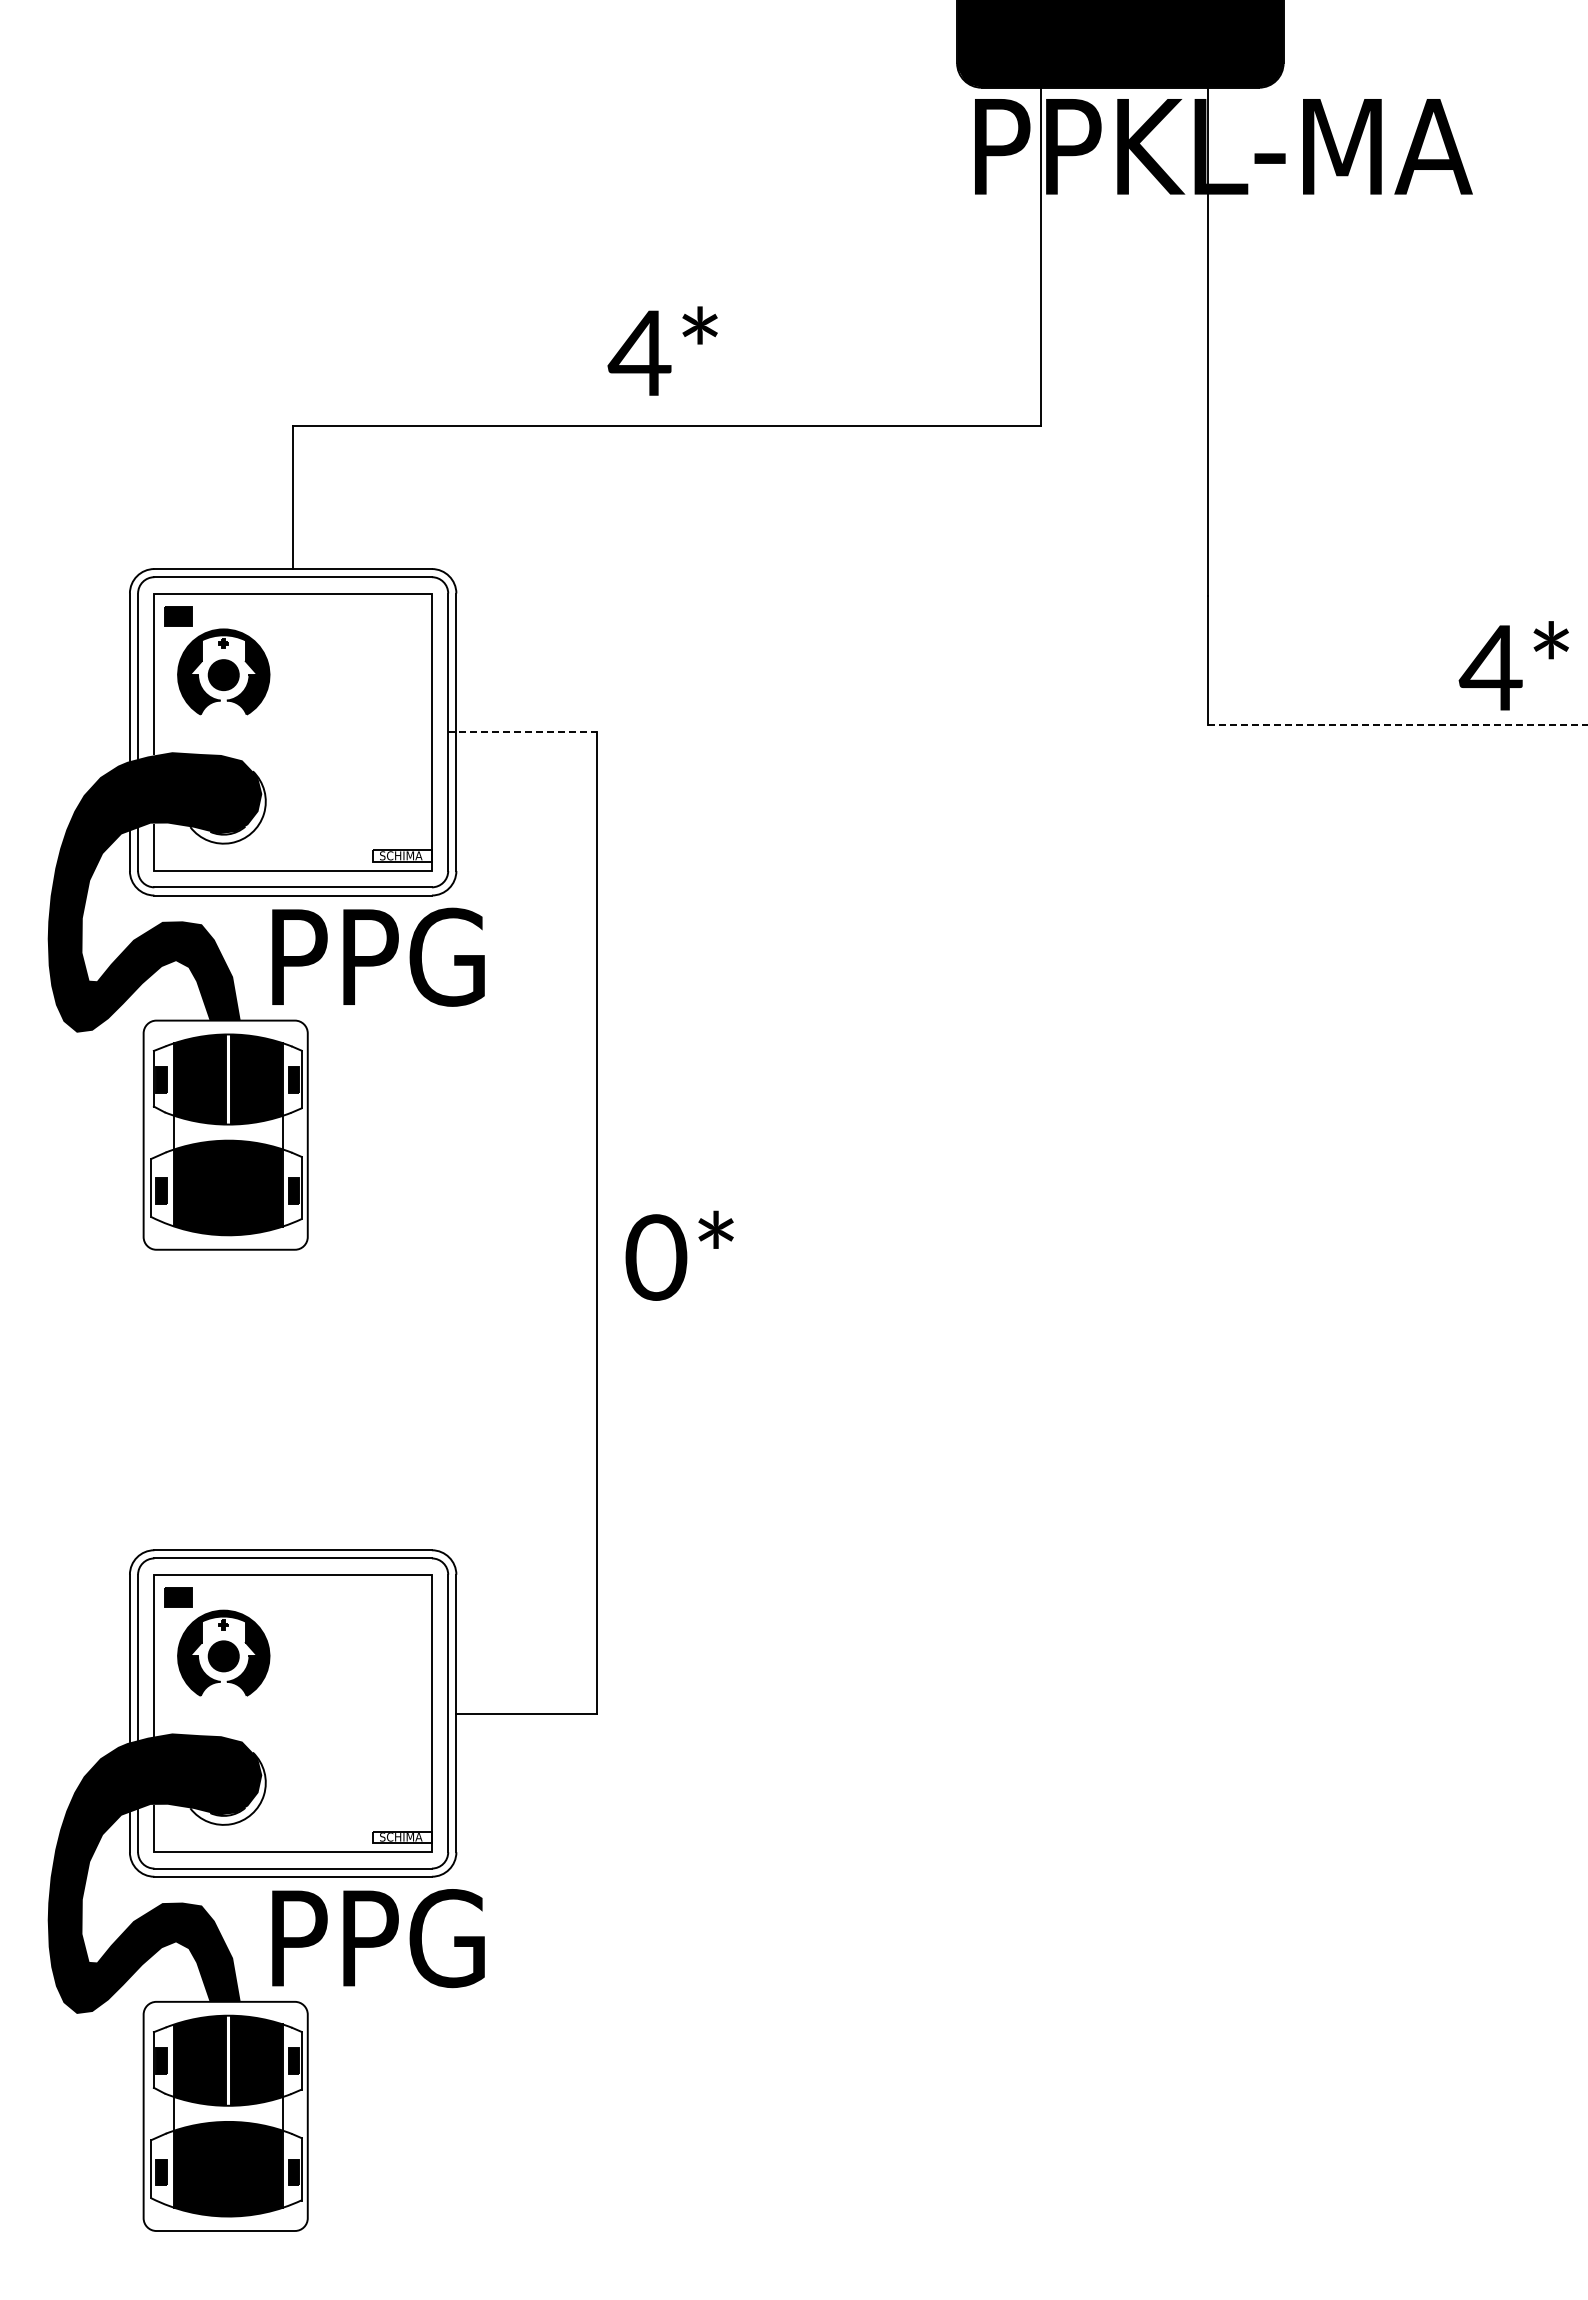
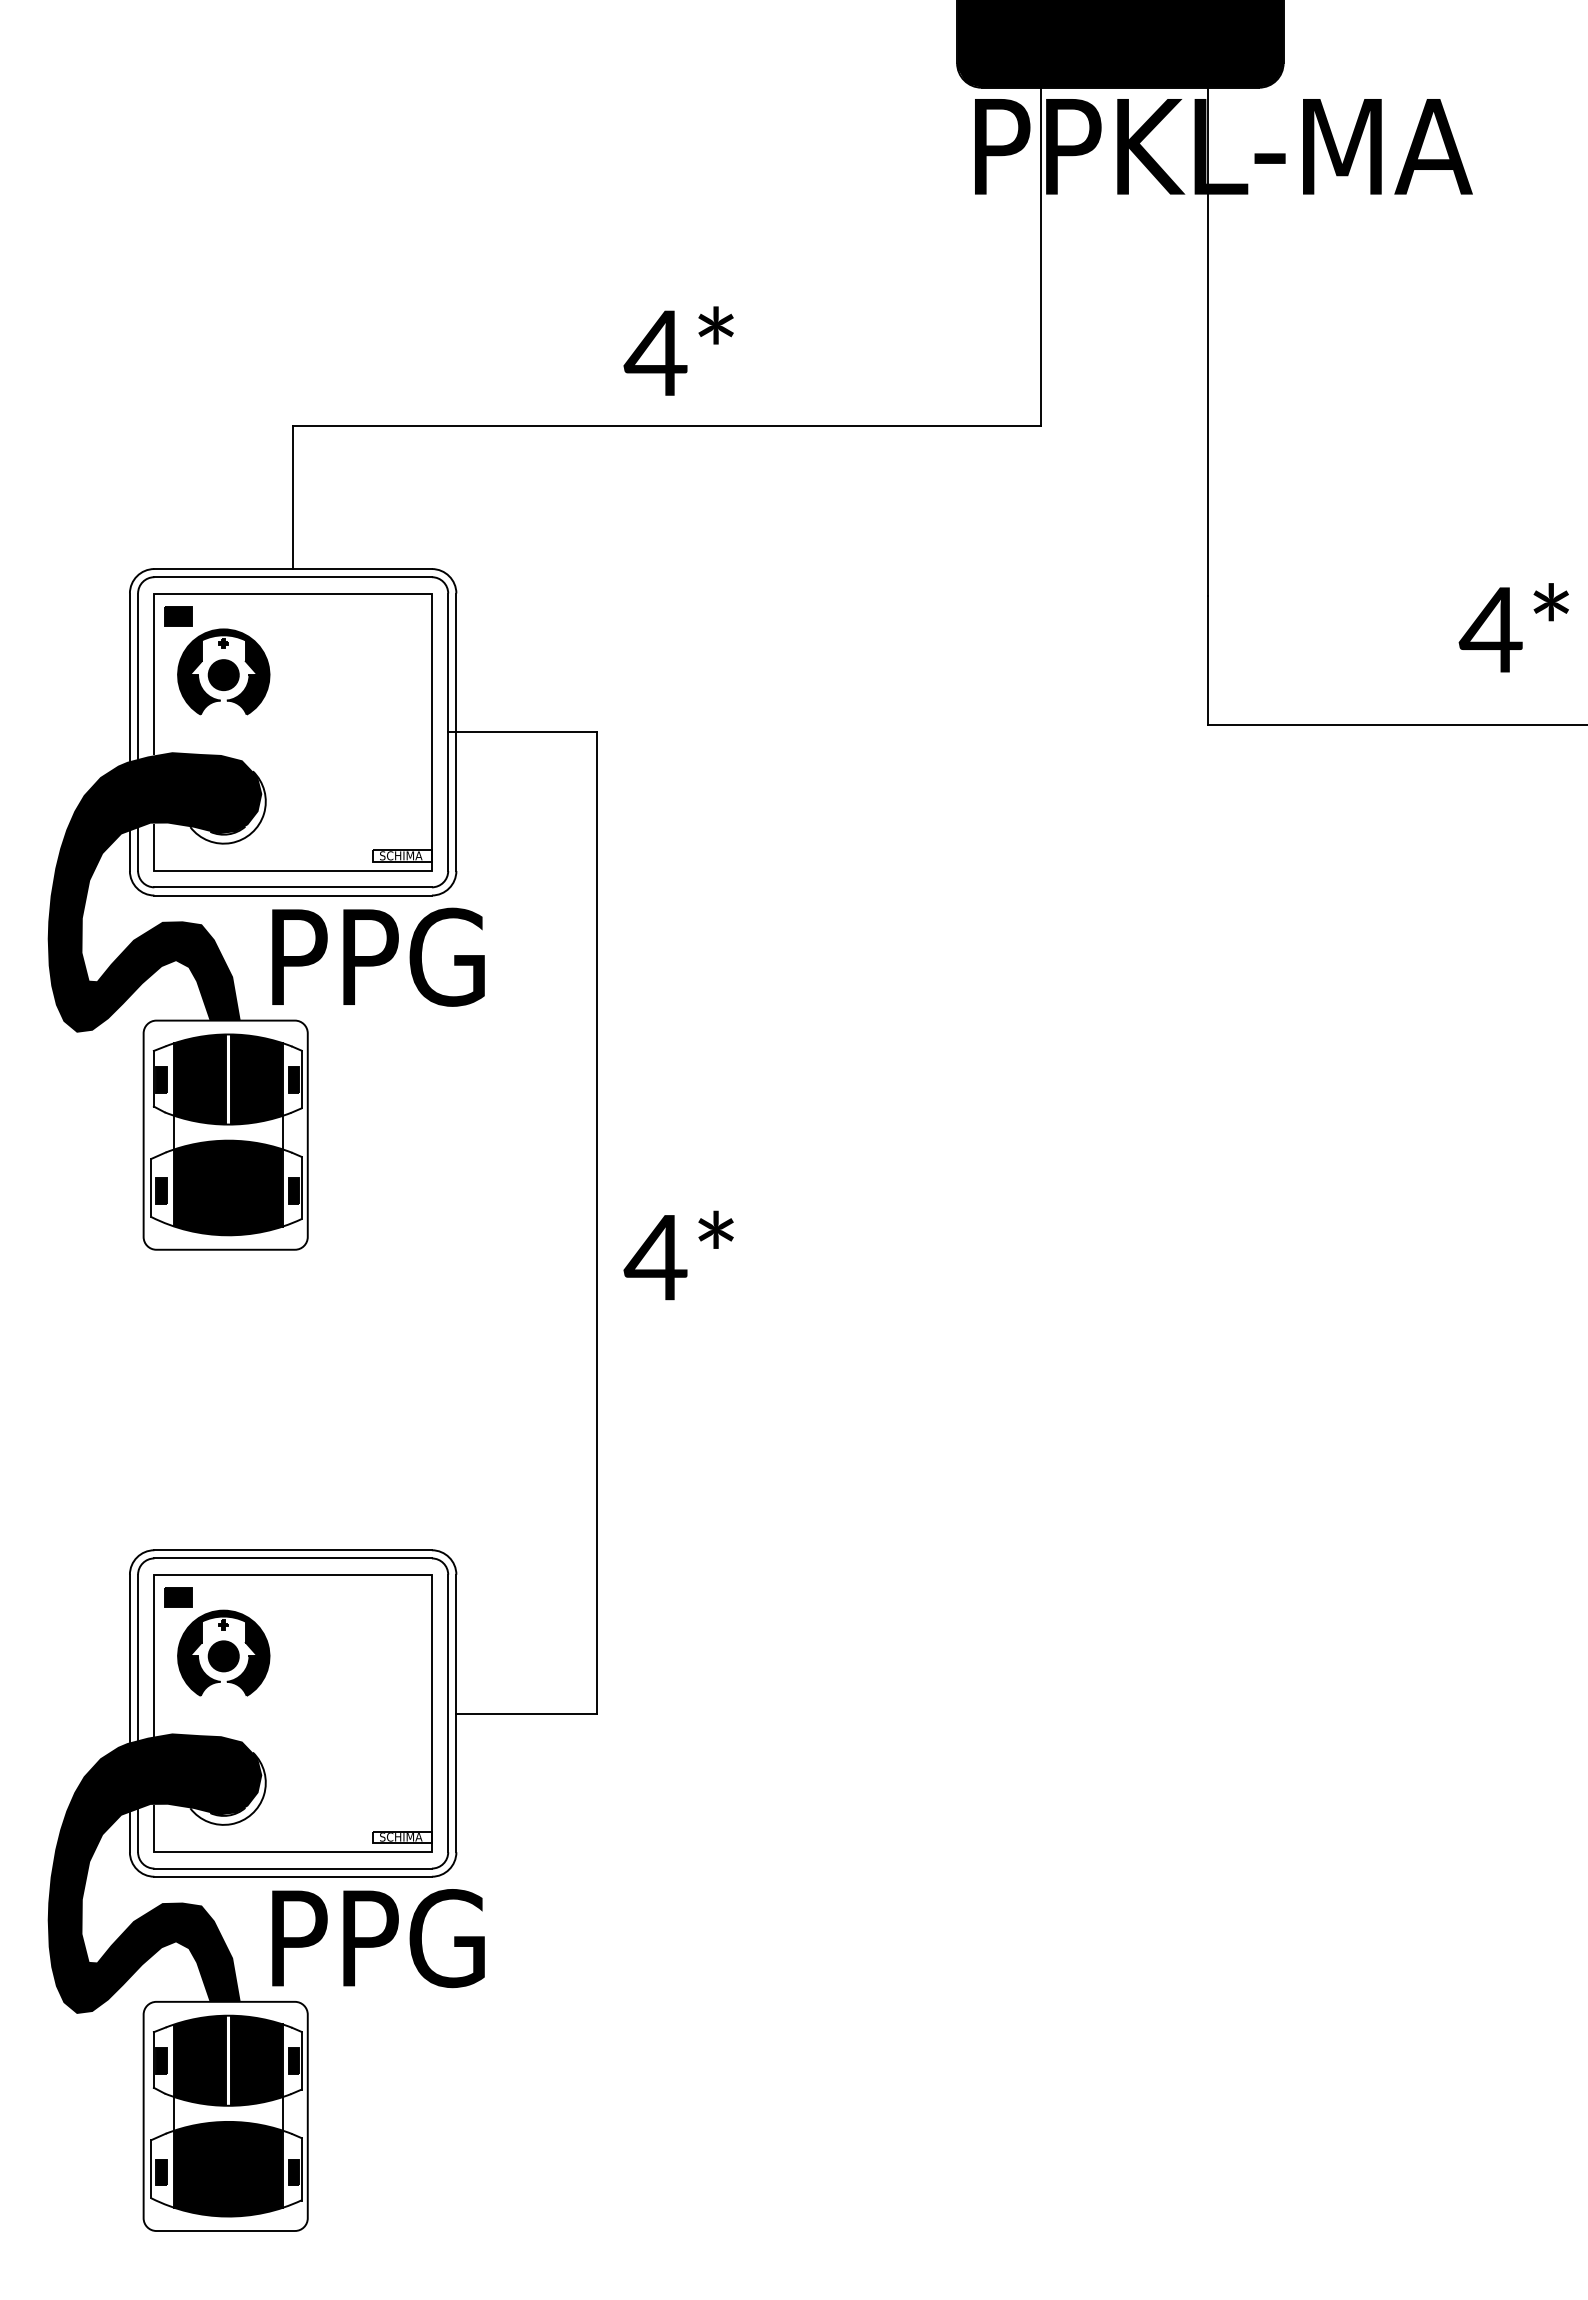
text at (662, 350) position: (662, 350) -> (678, 350)
text at (1513, 665) position: (1513, 665) -> (1513, 627)
line at (1397, 724): dashed -> solid
line at (523, 732): dashed -> solid
text at (655, 1257): 0* -> 4*
